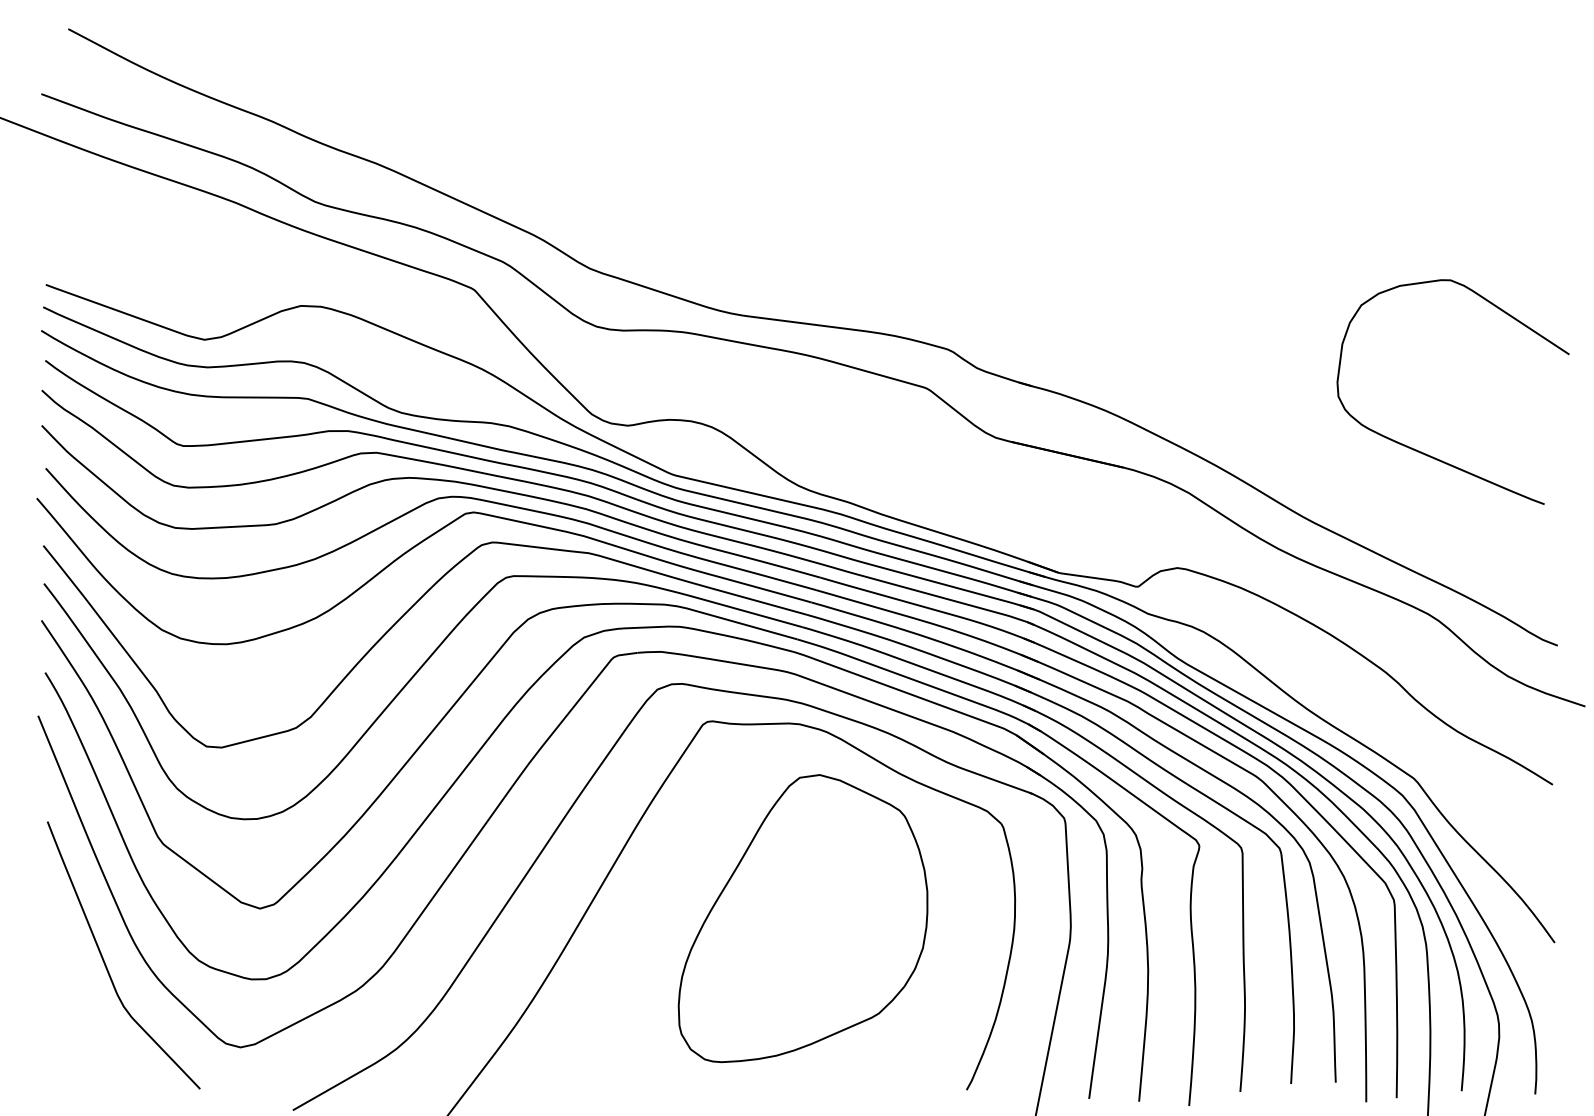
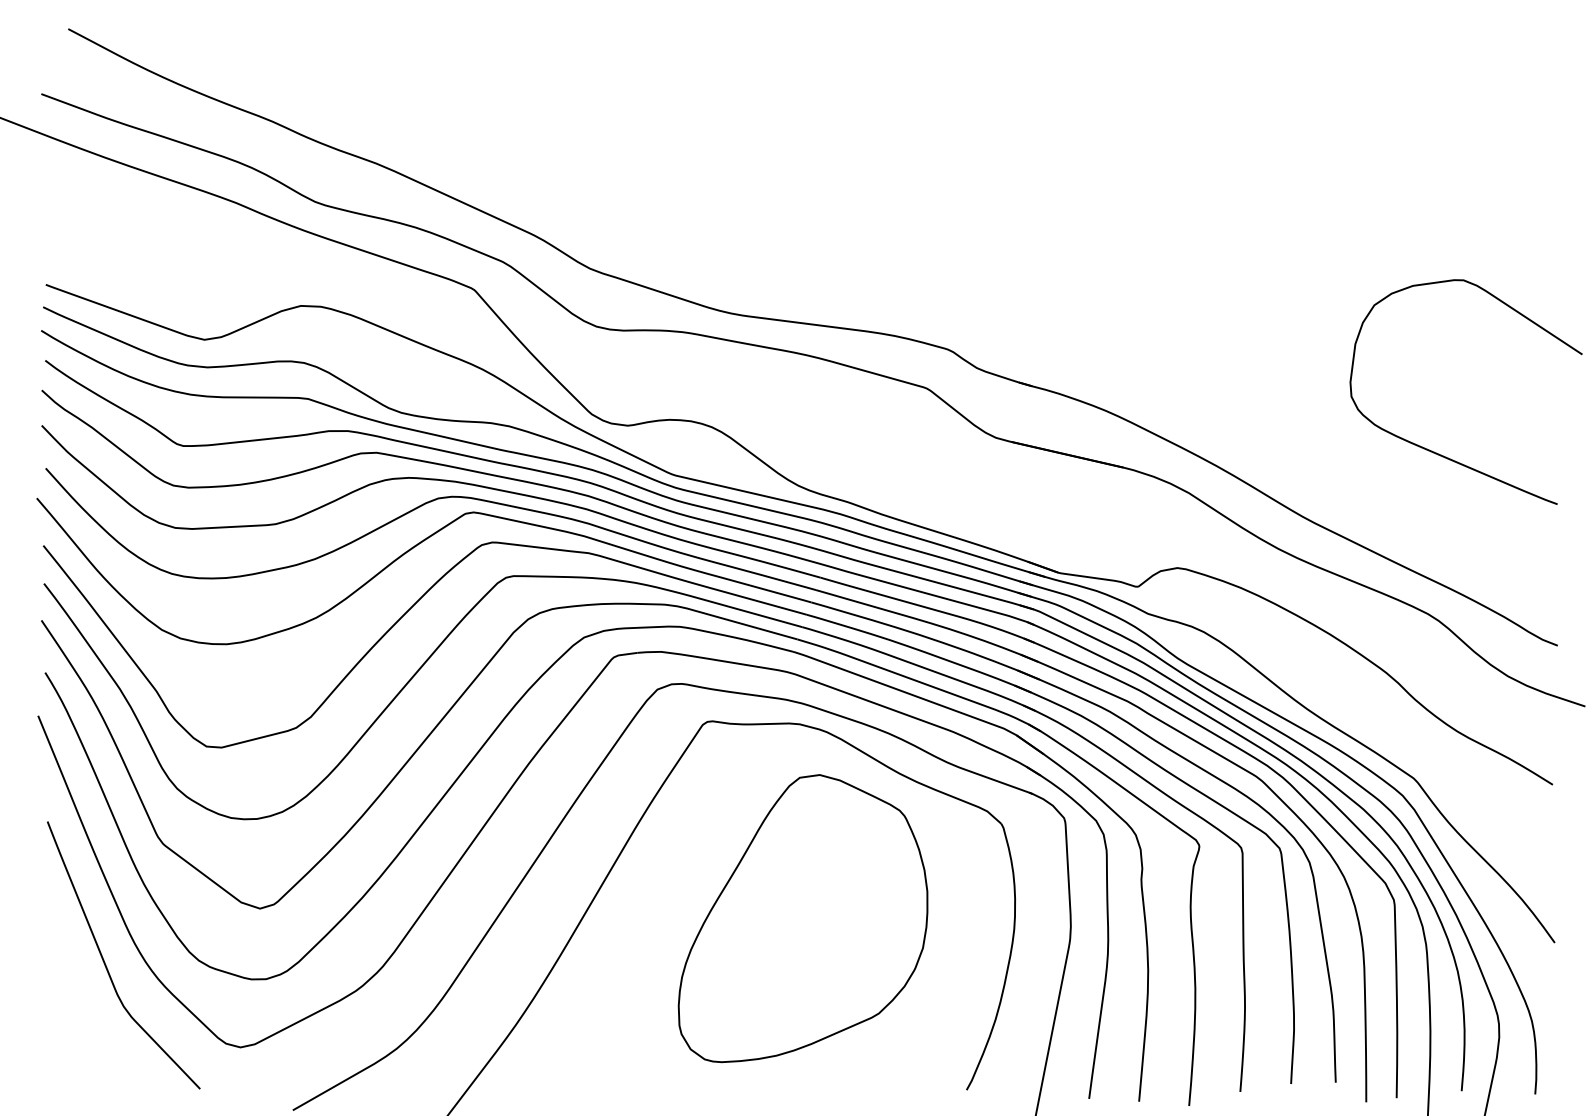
curve at (1426, 453) position: (1426, 453) -> (1439, 453)
